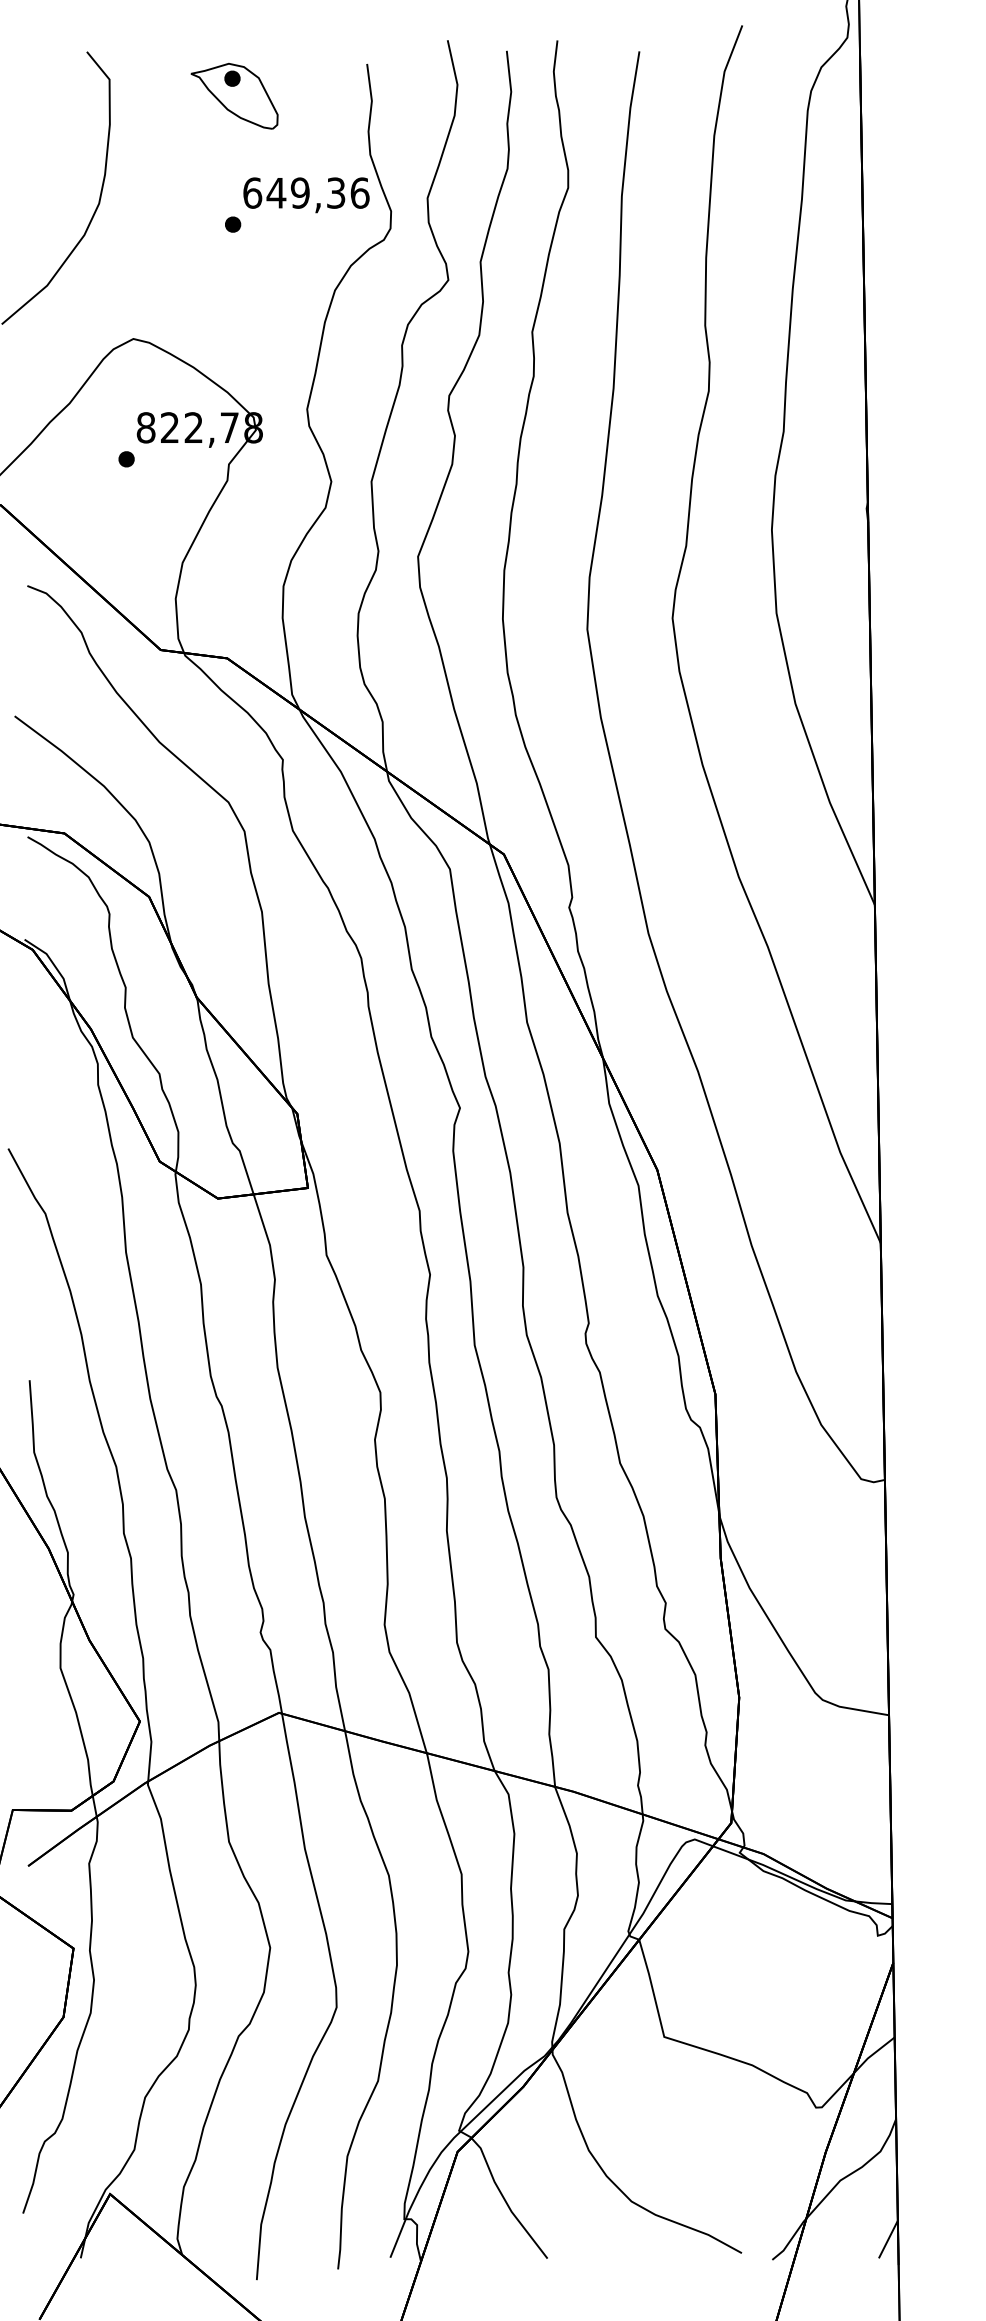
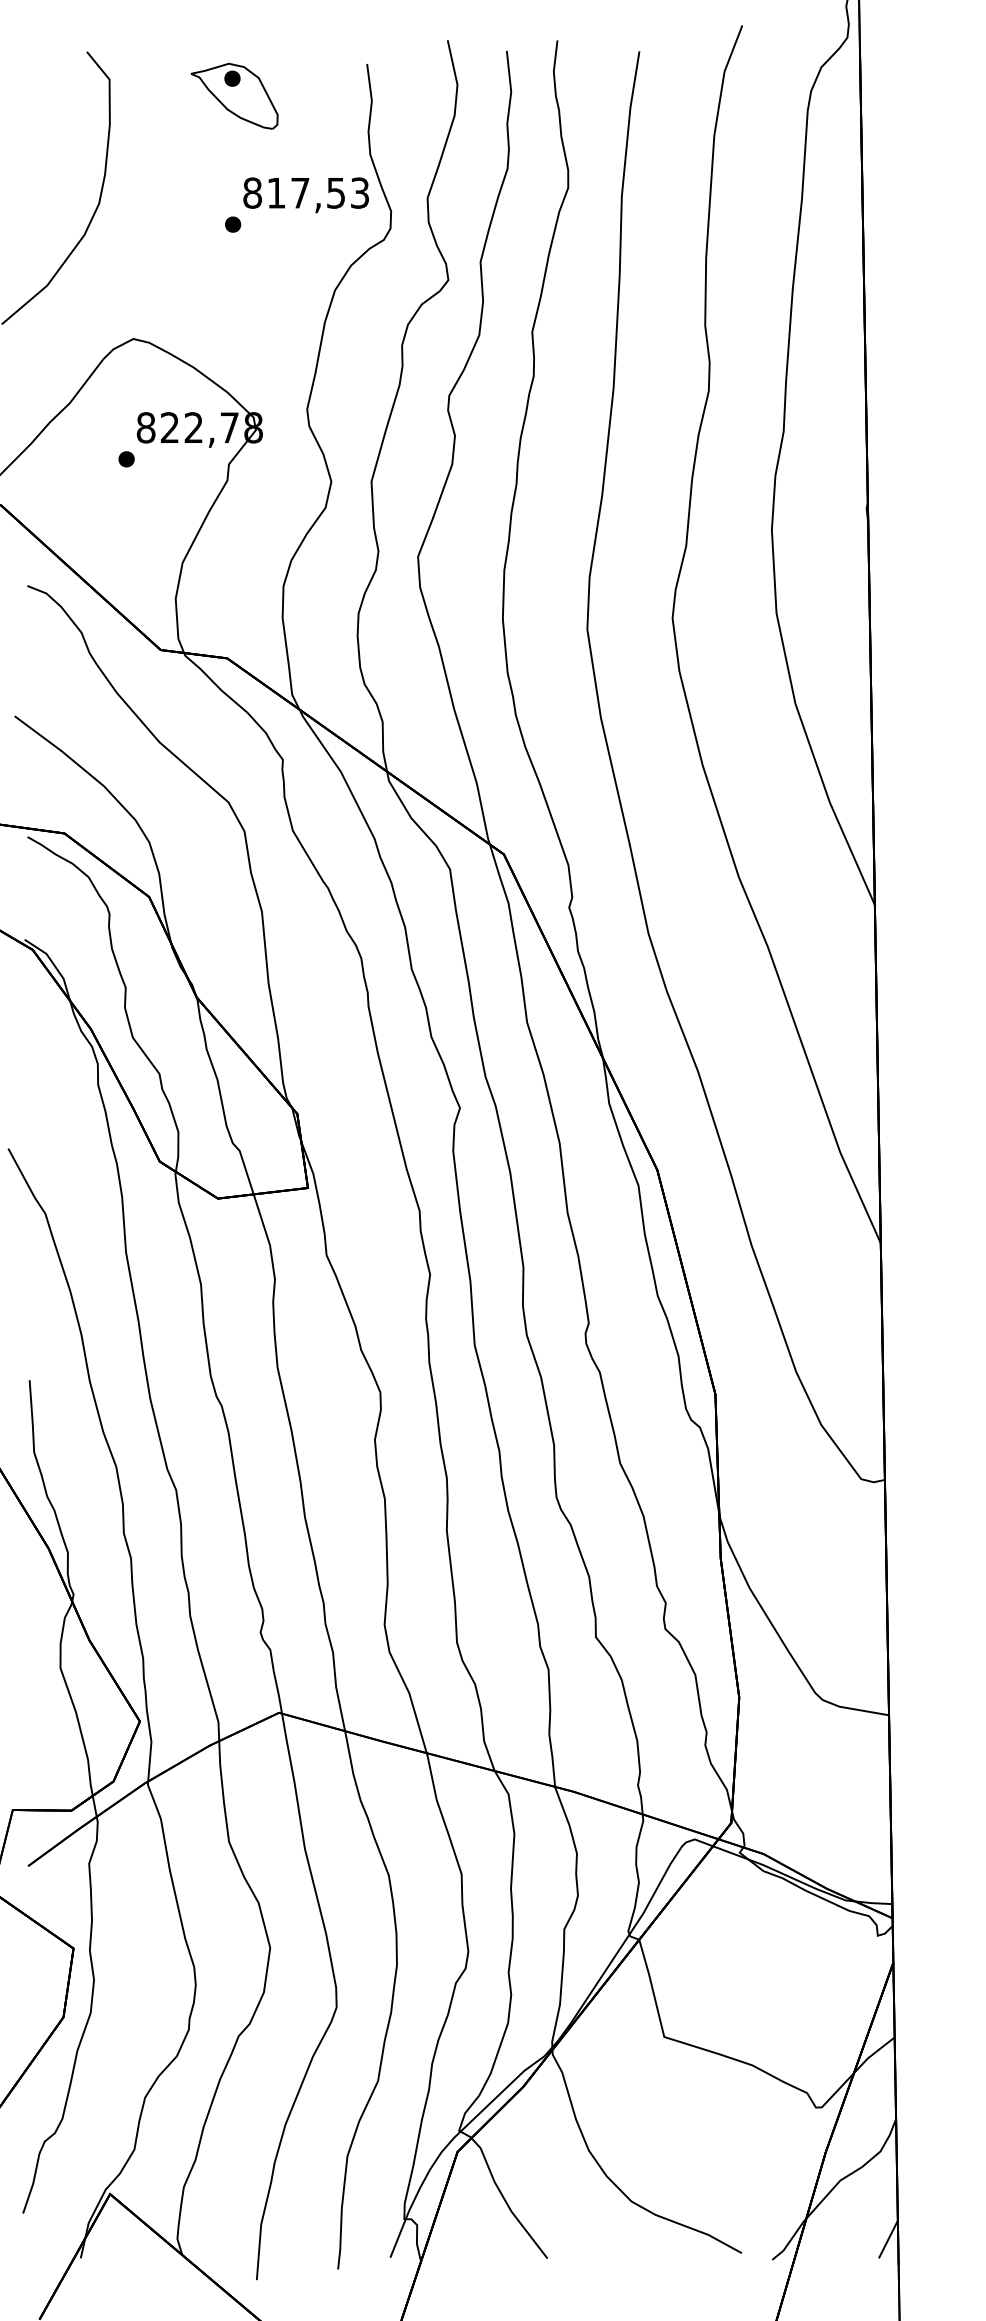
text at (306, 192): 649,36 -> 817,53
